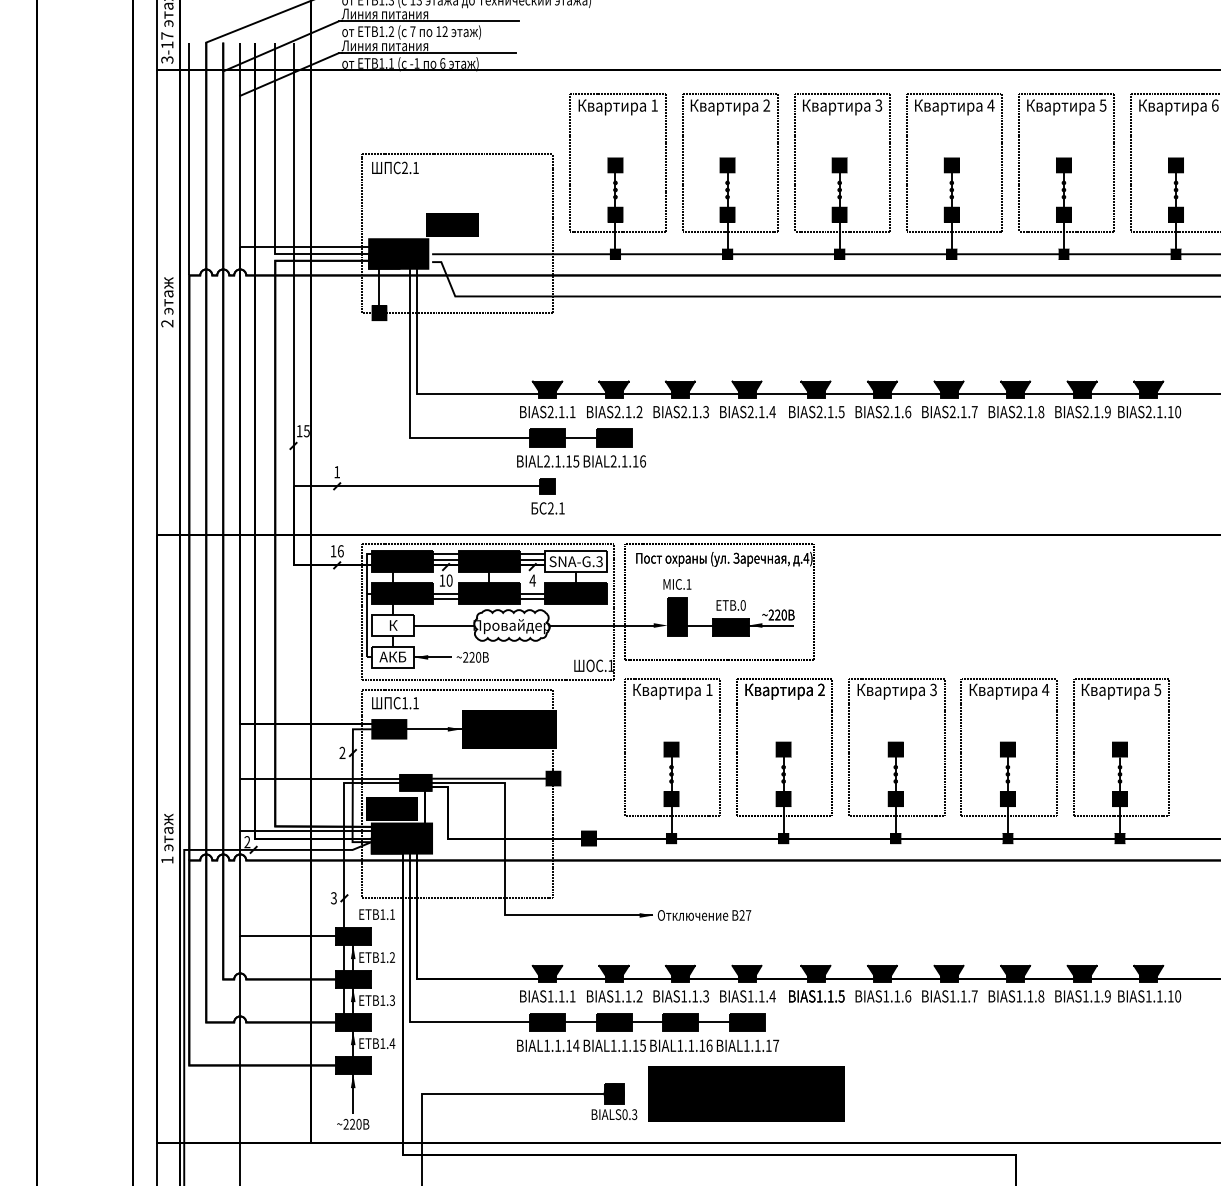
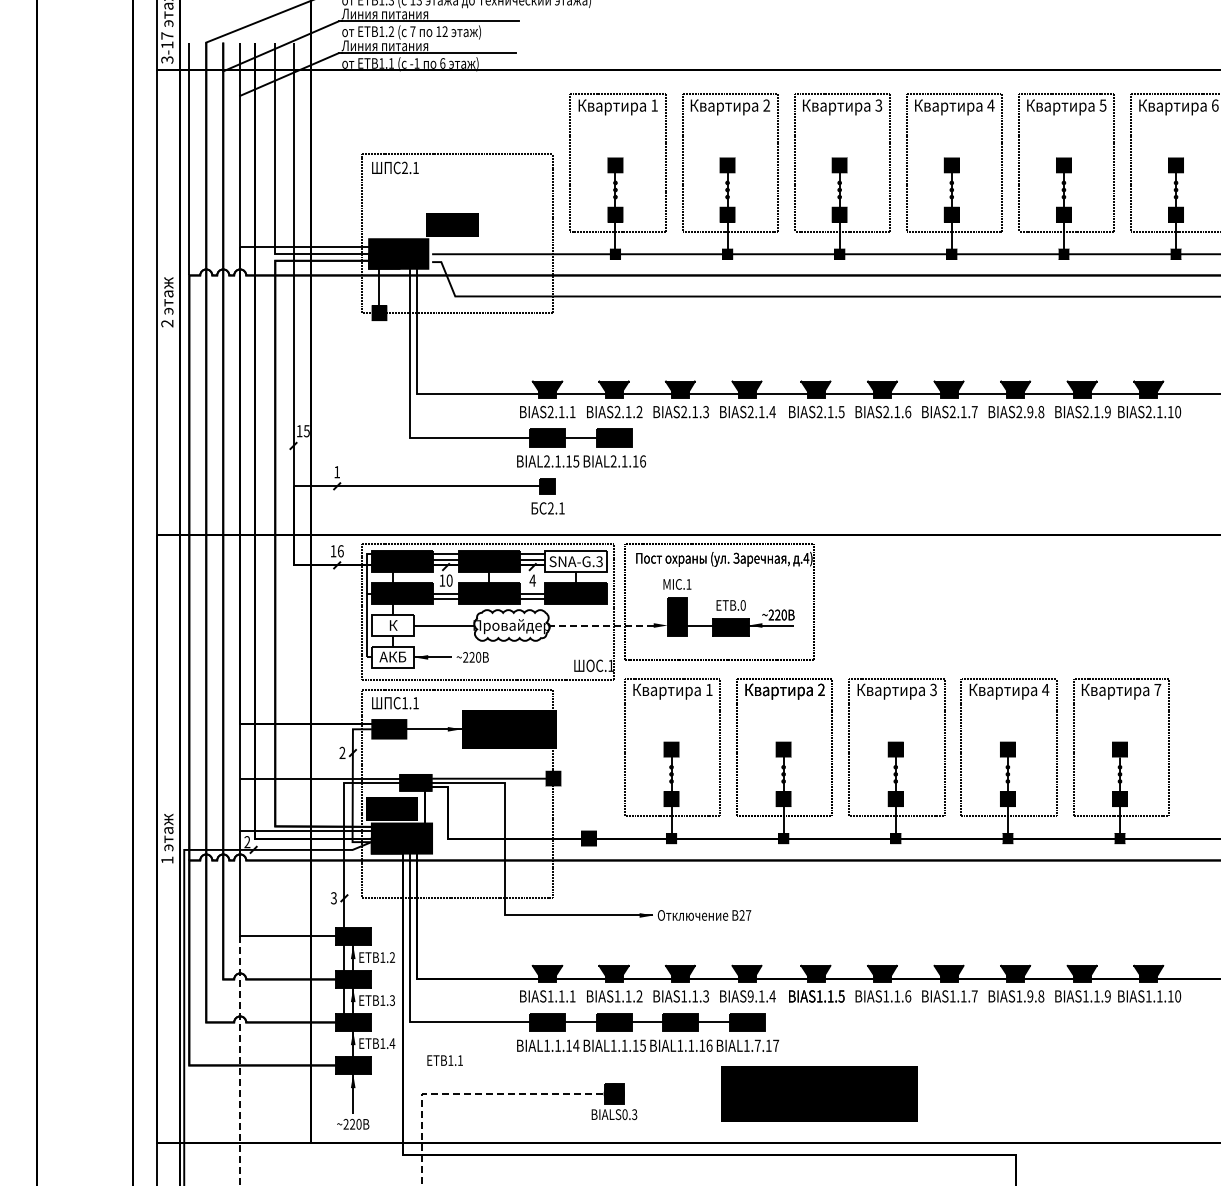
text at (1030, 412): BIAS2.1.8 -> BIAS2.9.8
line at (600, 625): solid -> dashed
text at (1157, 690): 5 -> 7
text at (376, 914) position: (376, 914) -> (444, 1060)
text at (750, 996): BIAS1.1.4 -> BIAS9.1.4
text at (1030, 996): BIAS1.1.8 -> BIAS1.9.8
text at (757, 1045): BIAL1.1.17 -> BIAL1.7.17
line at (240, 1061): solid -> dashed
line at (467, 1093): solid -> dashed
text at (746, 1093) position: (746, 1093) -> (819, 1093)
